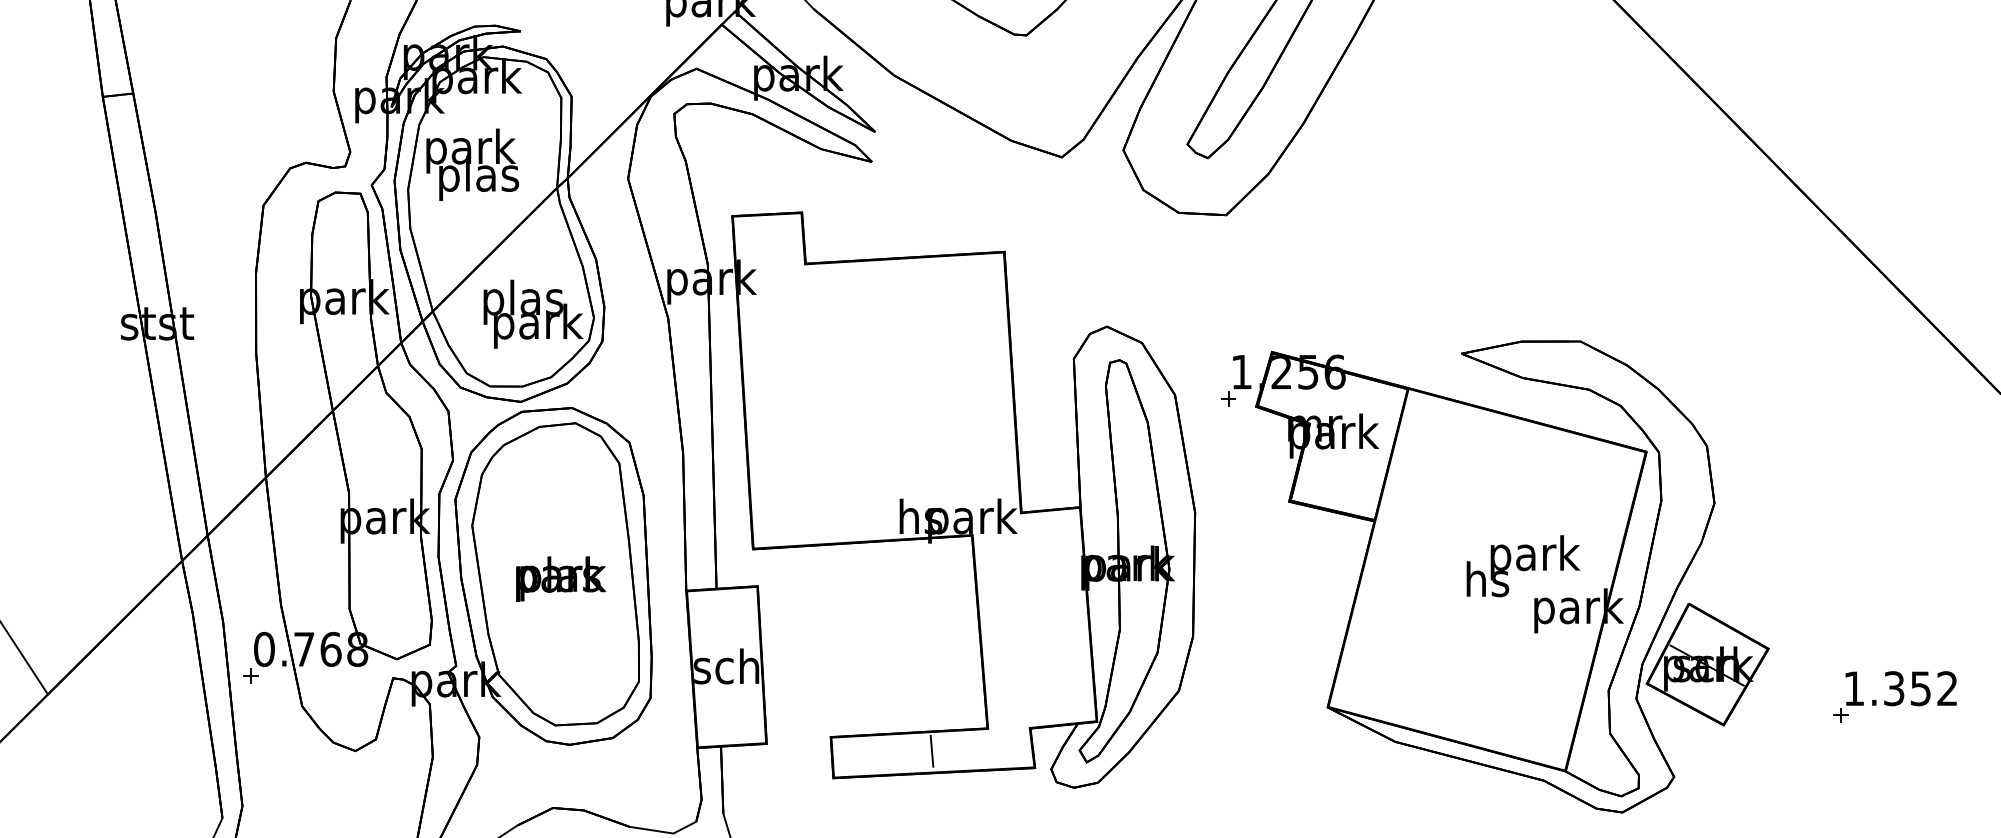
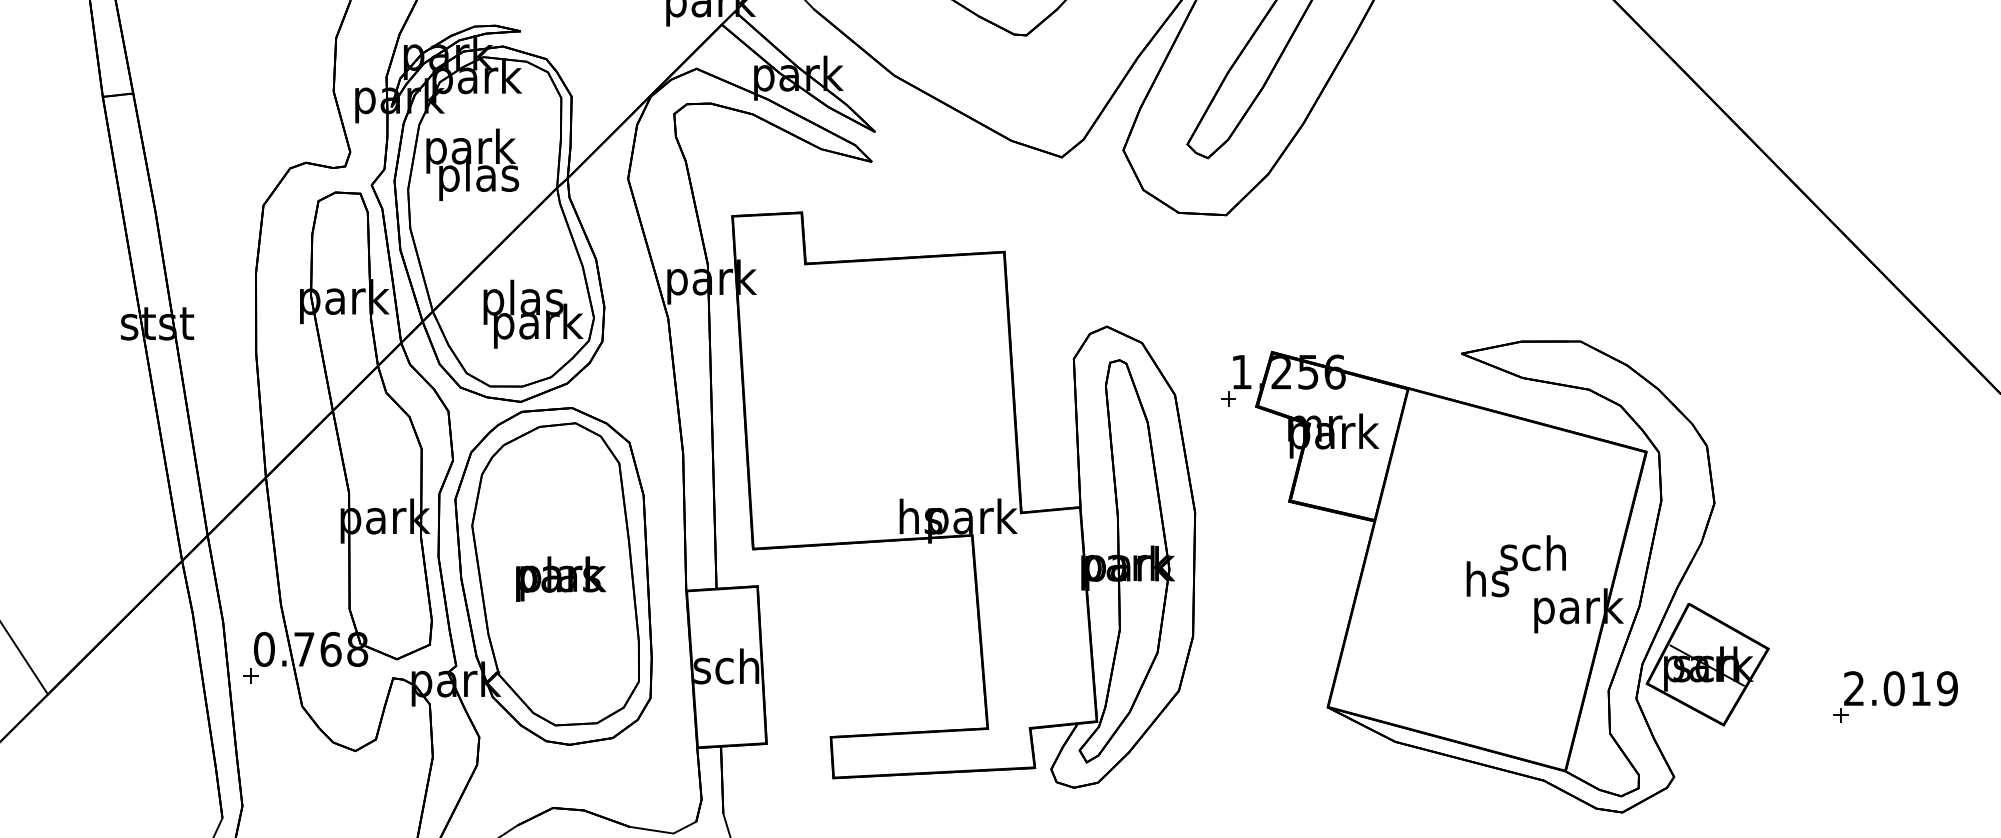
text at (1535, 557): park -> sch
text at (1900, 688): 1.352 -> 2.019
line at (931, 750): present -> none
